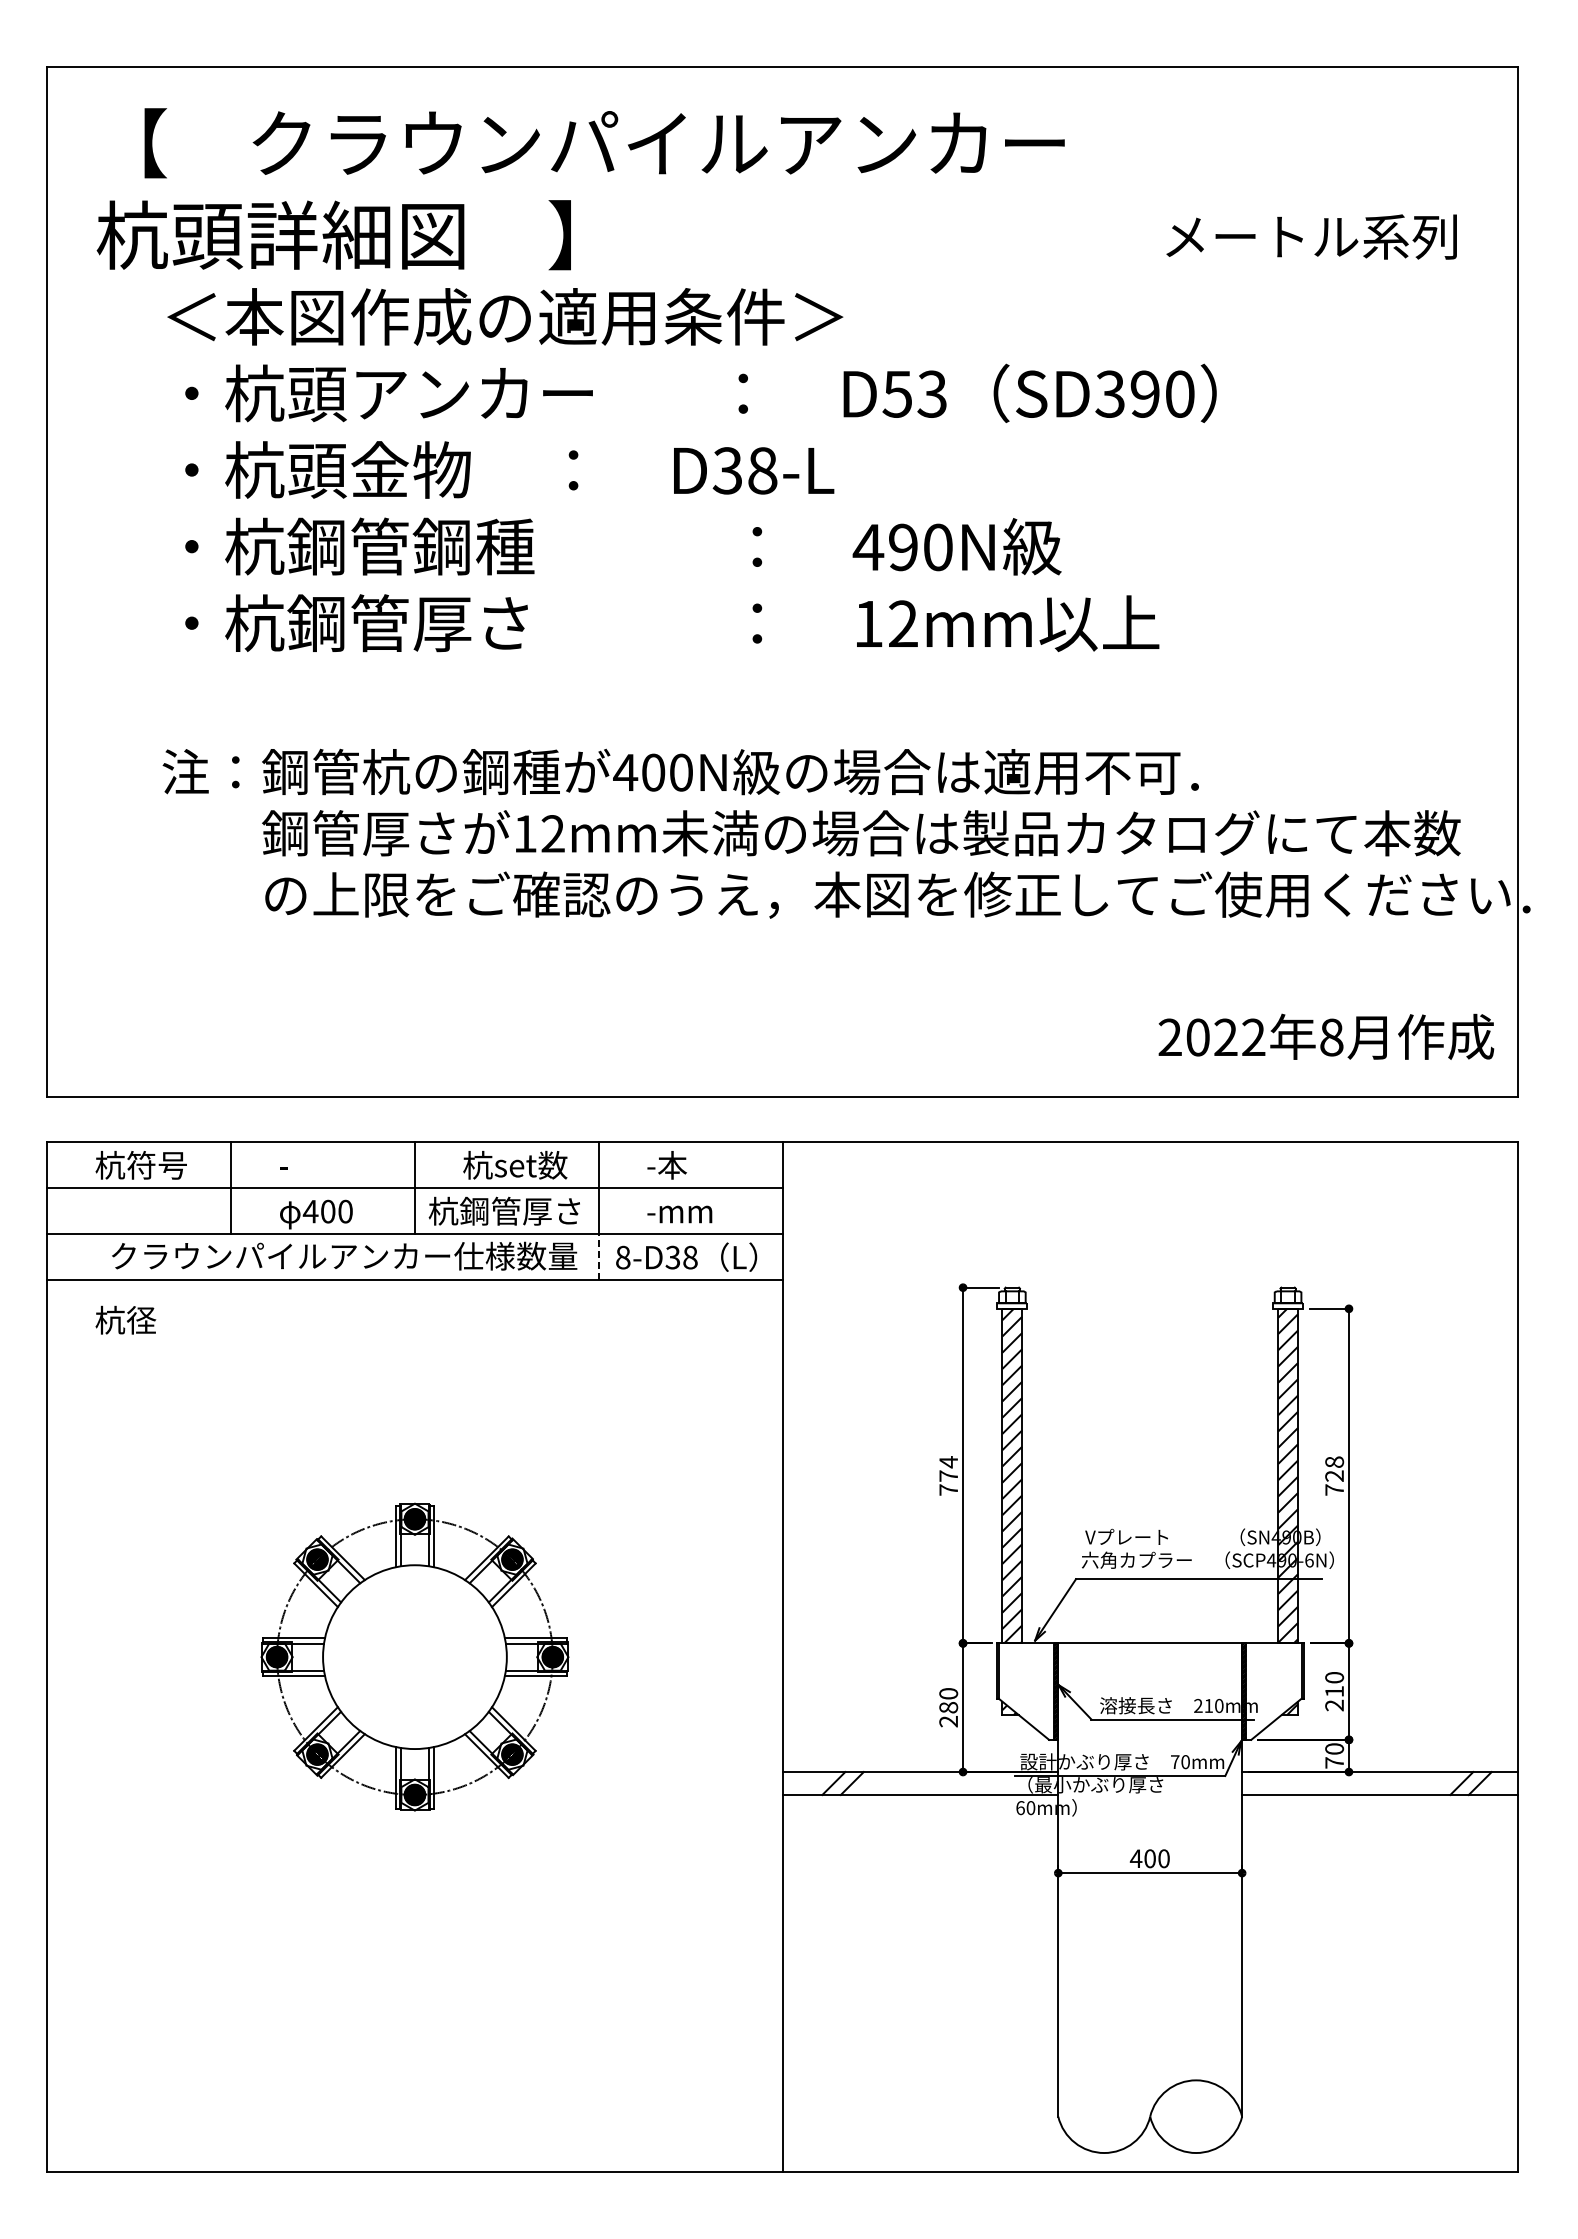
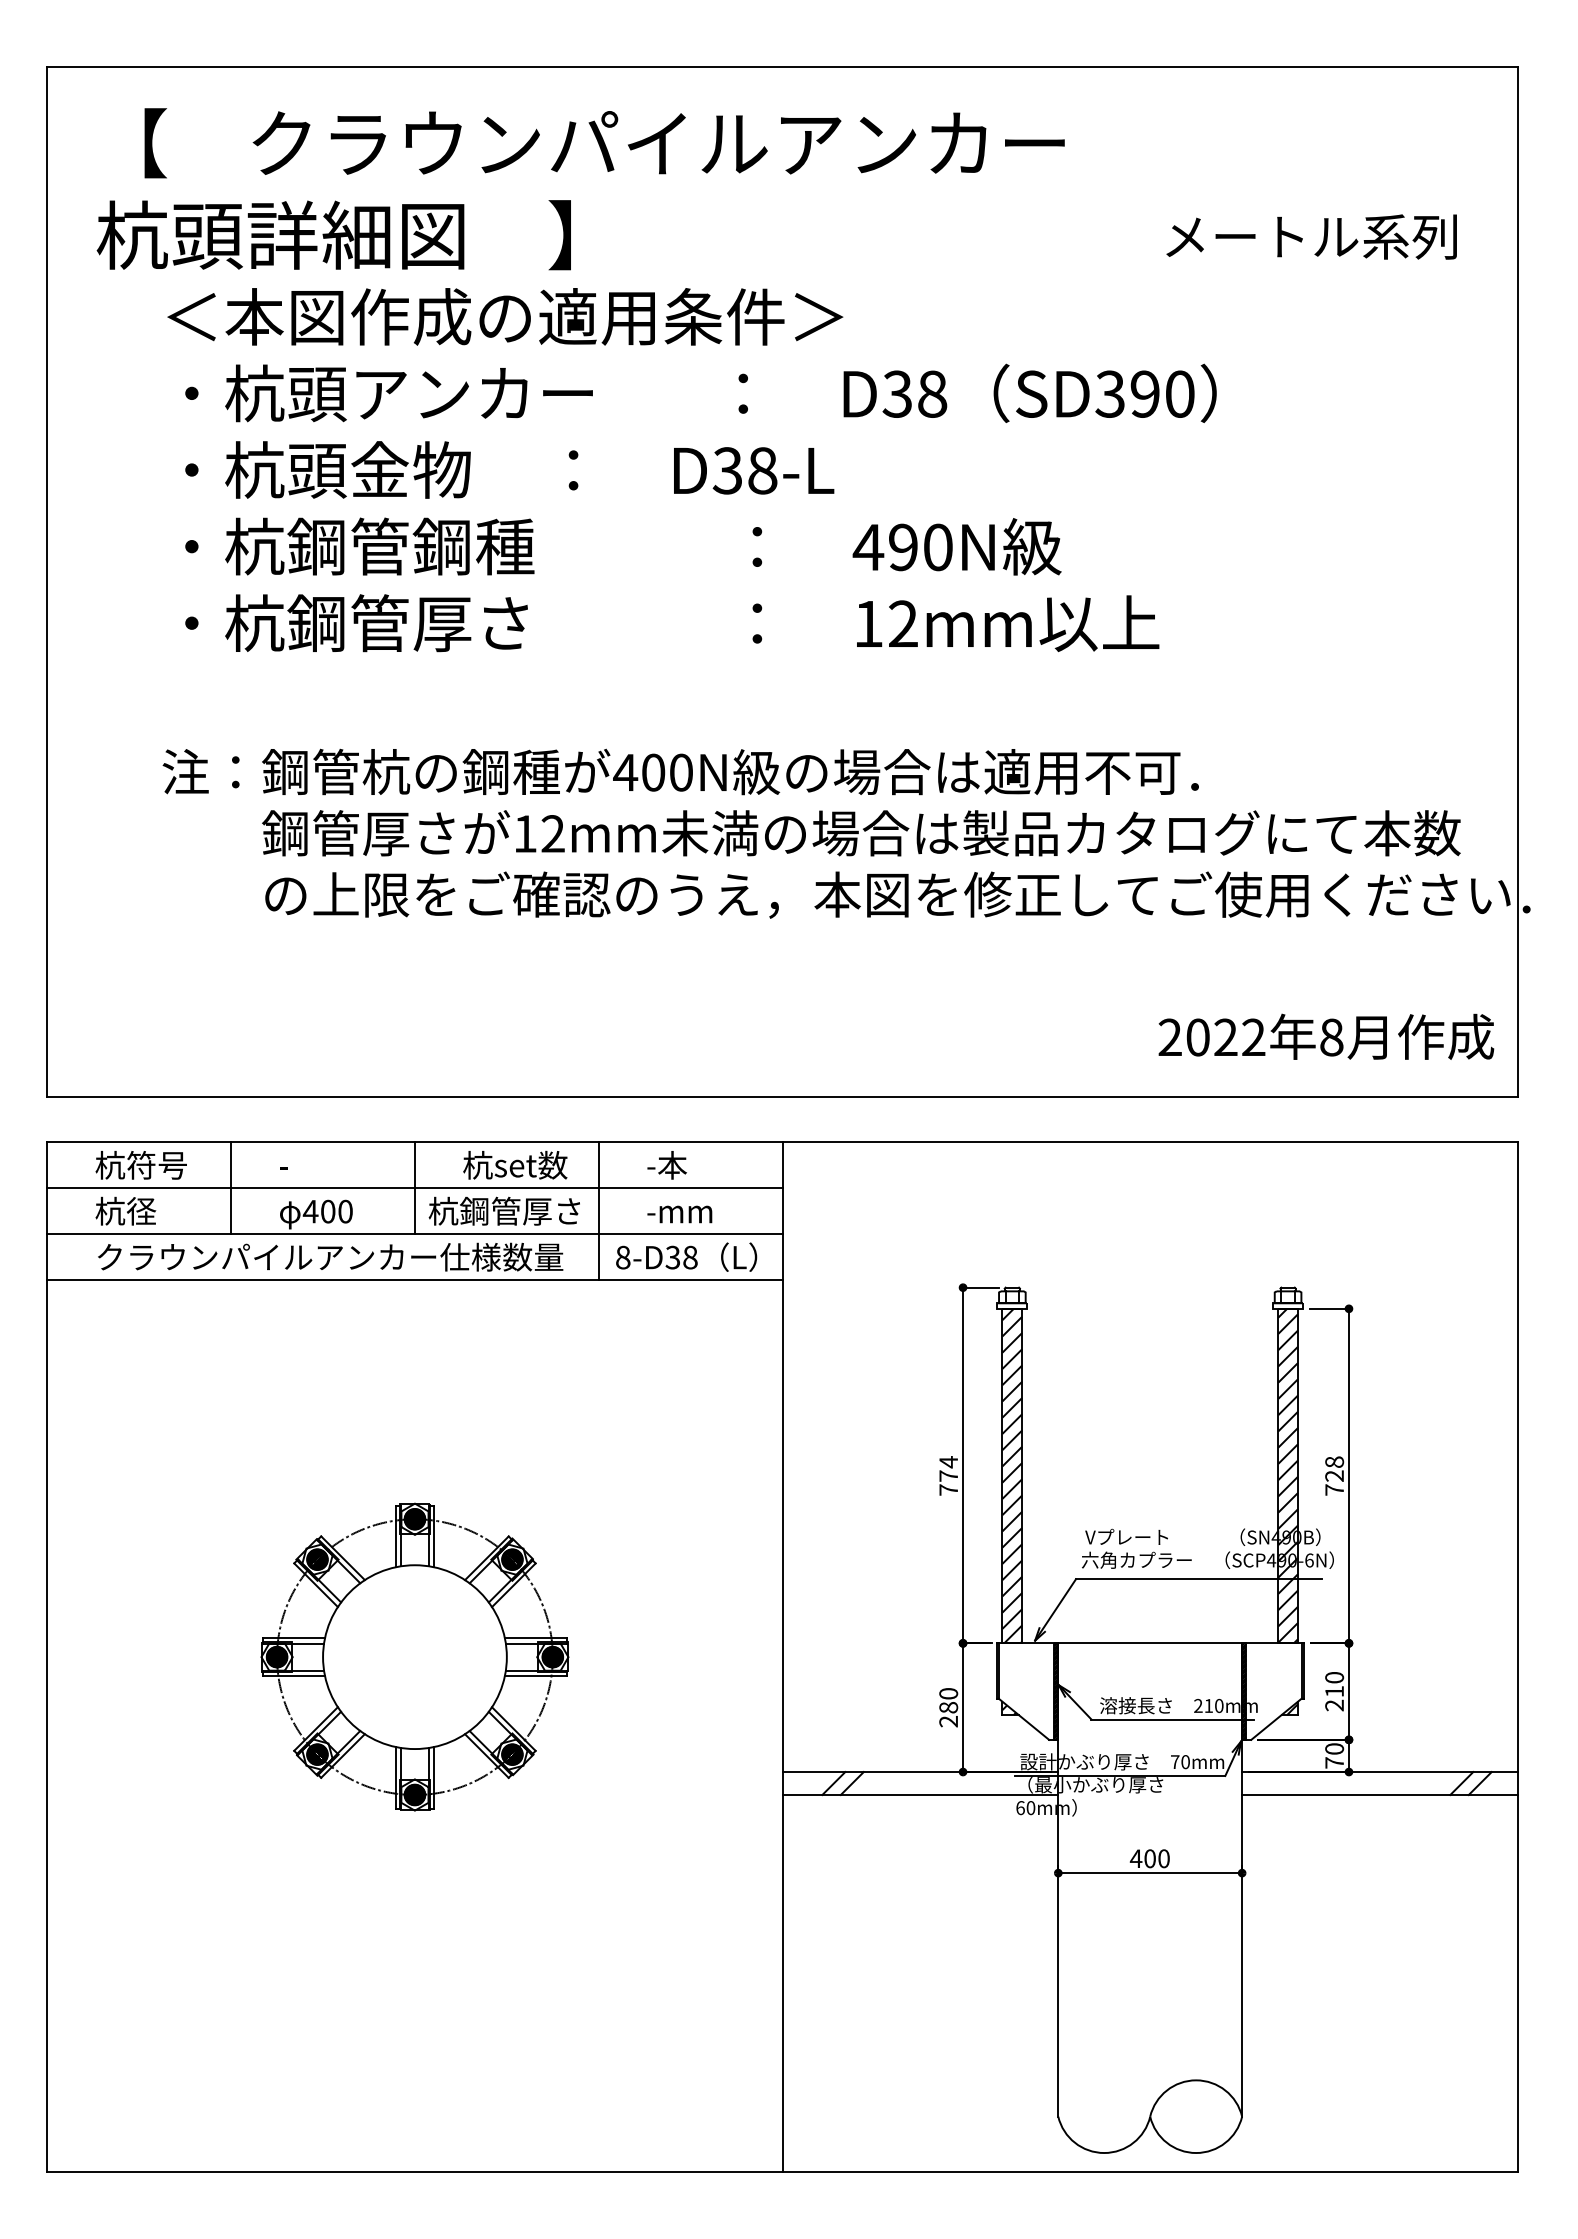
text at (914, 393): D53 -> D38
text at (344, 1255) position: (344, 1255) -> (330, 1256)
line at (598, 1257): dashed -> solid
text at (125, 1319) position: (125, 1319) -> (125, 1210)
